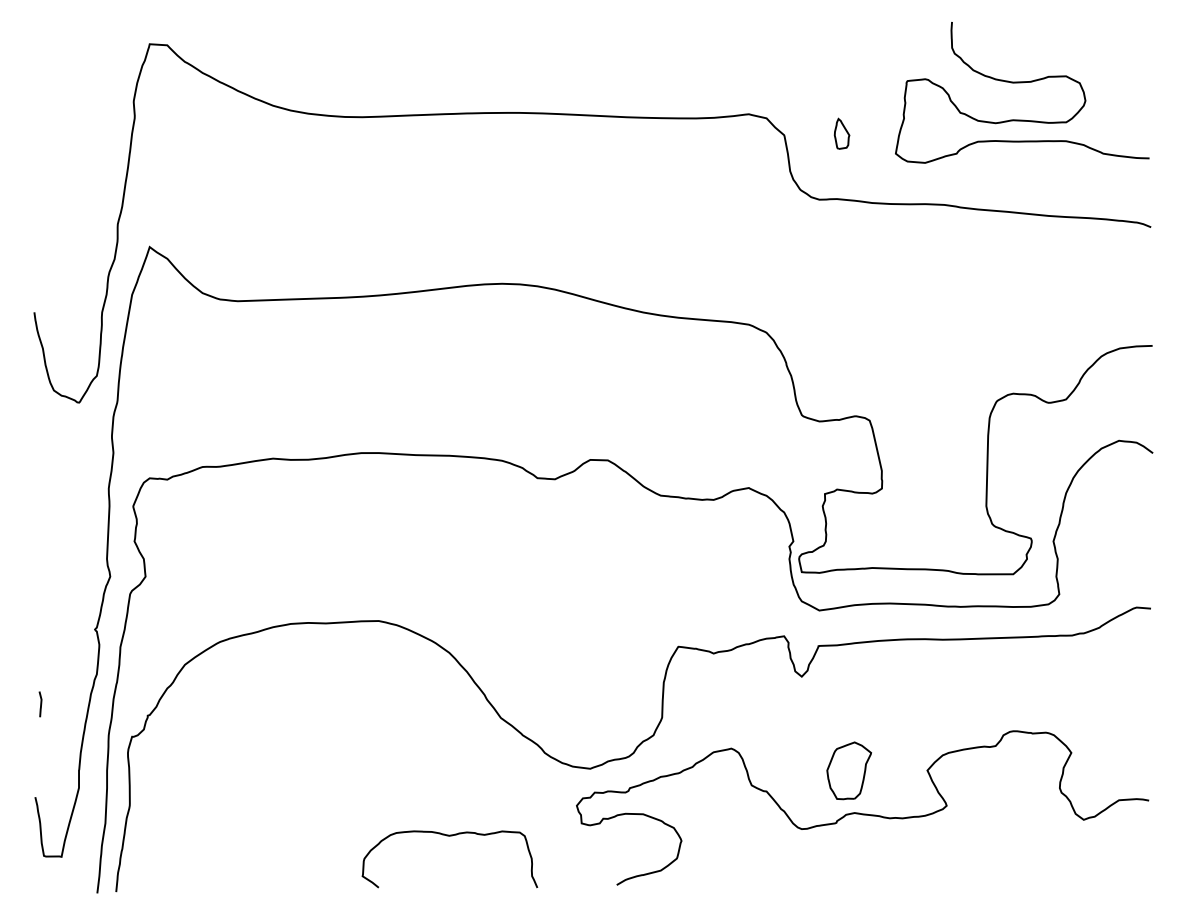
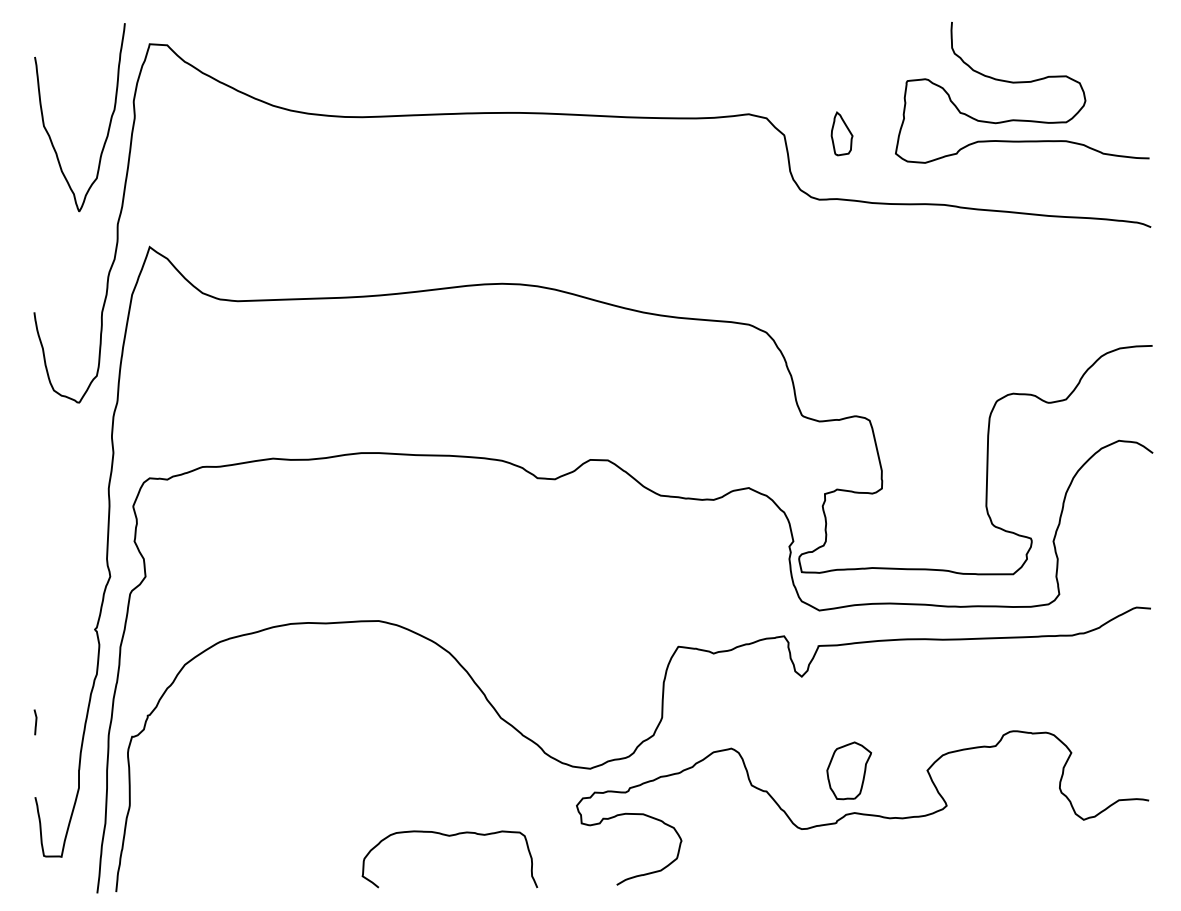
curve at (109, 121): none -> present
part at (841, 133) size: 18x33 px -> 24x46 px
line at (40, 704) position: (40, 704) -> (35, 722)
